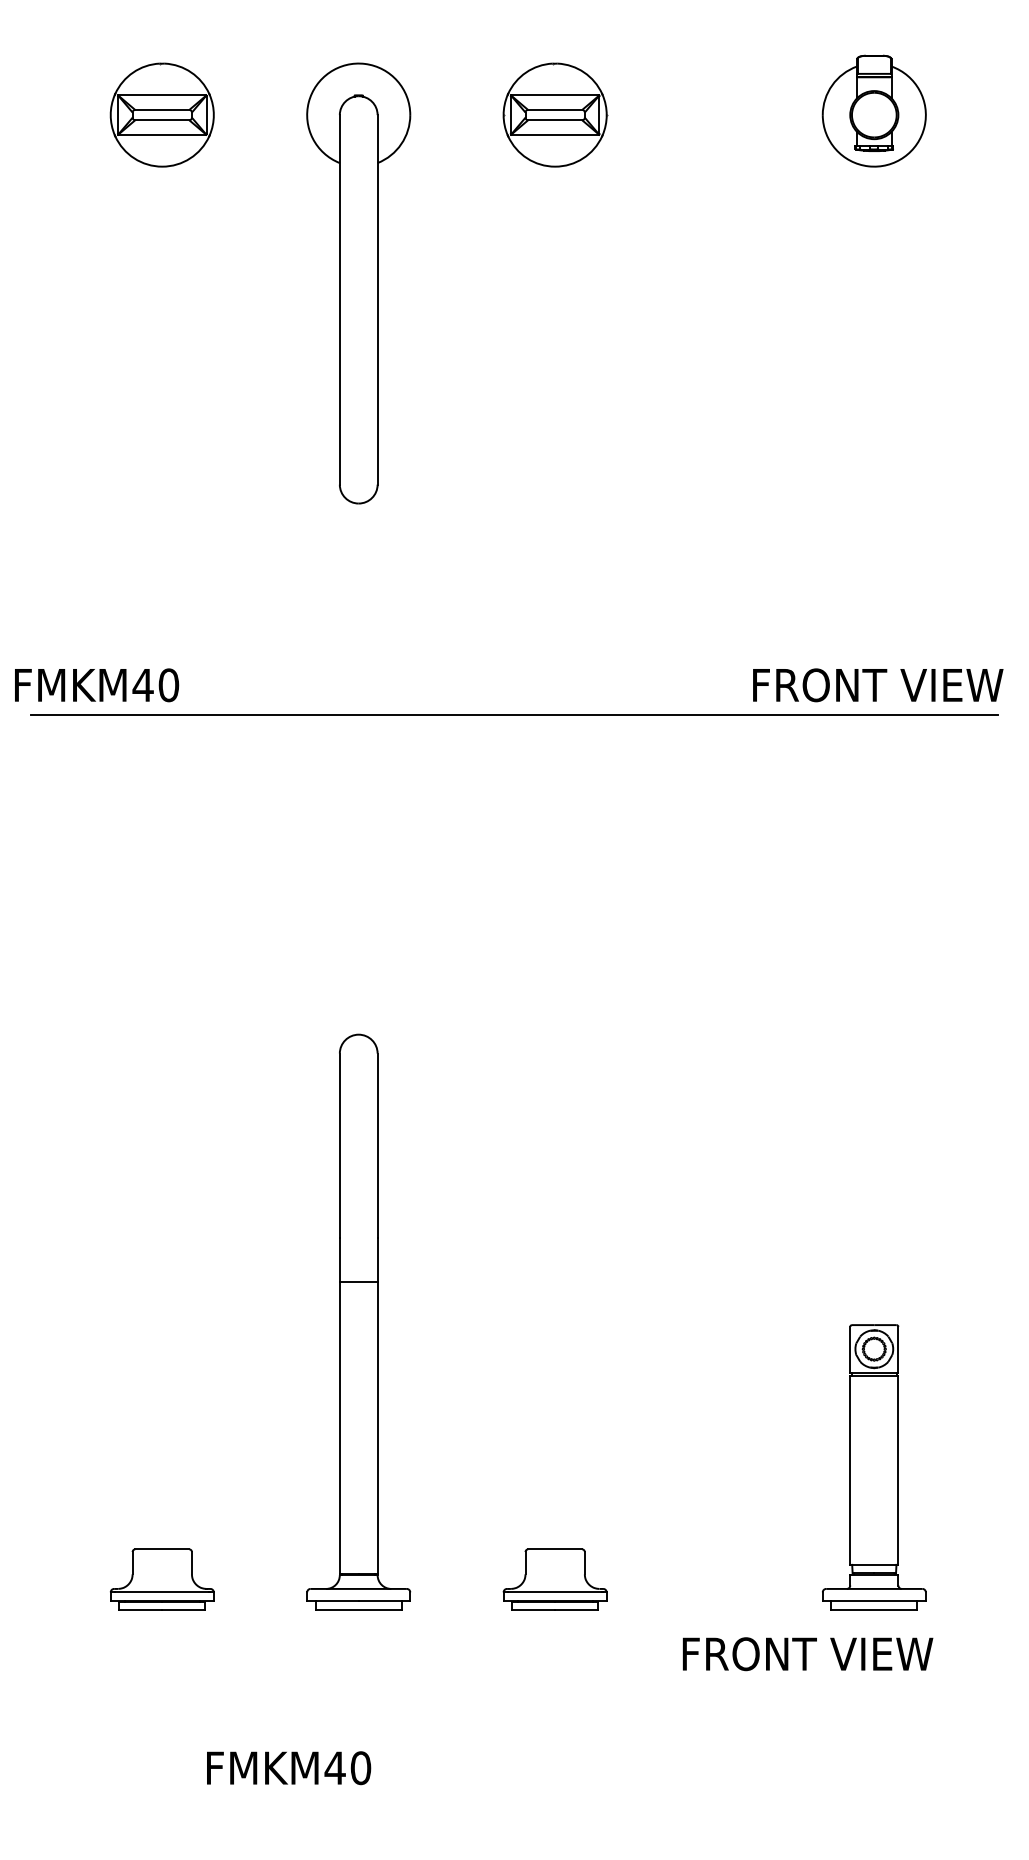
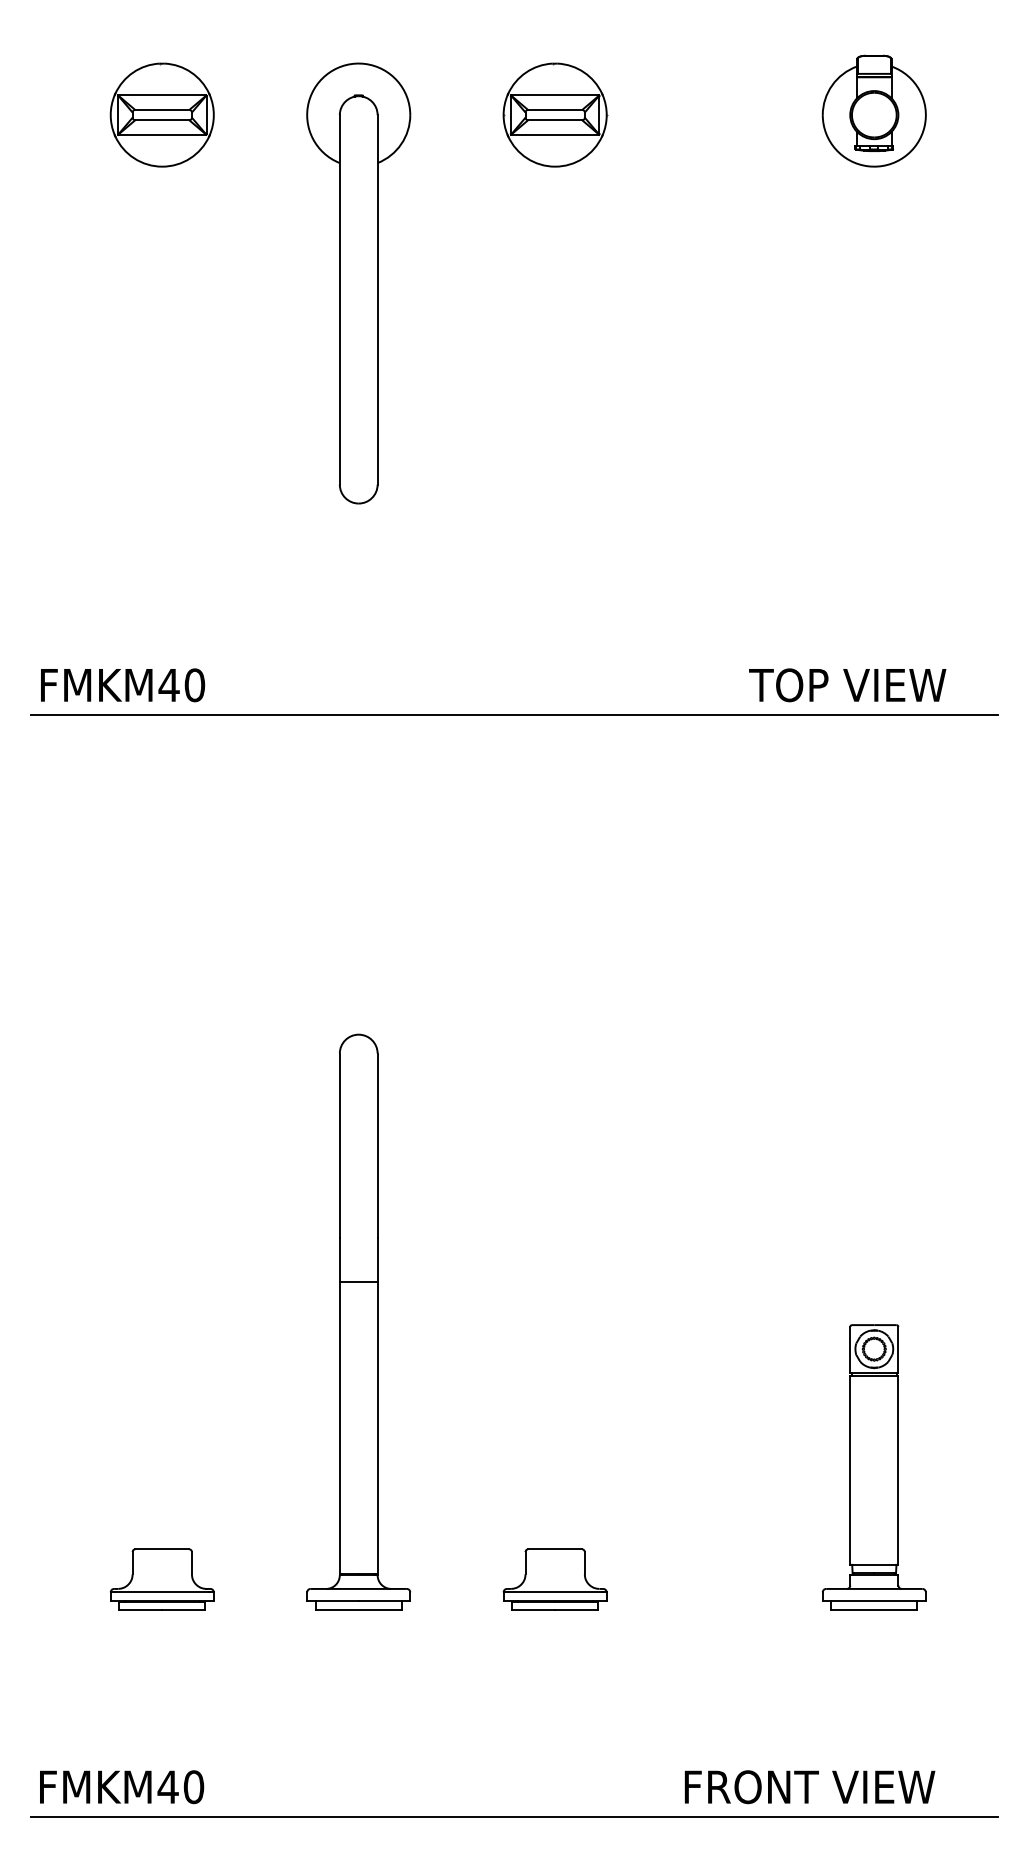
text at (97, 685) position: (97, 685) -> (123, 685)
text at (876, 685): FRONT VIEW -> TOP VIEW
text at (807, 1654) position: (807, 1654) -> (809, 1787)
text at (289, 1768) position: (289, 1768) -> (122, 1787)
line at (514, 1816): none -> present
